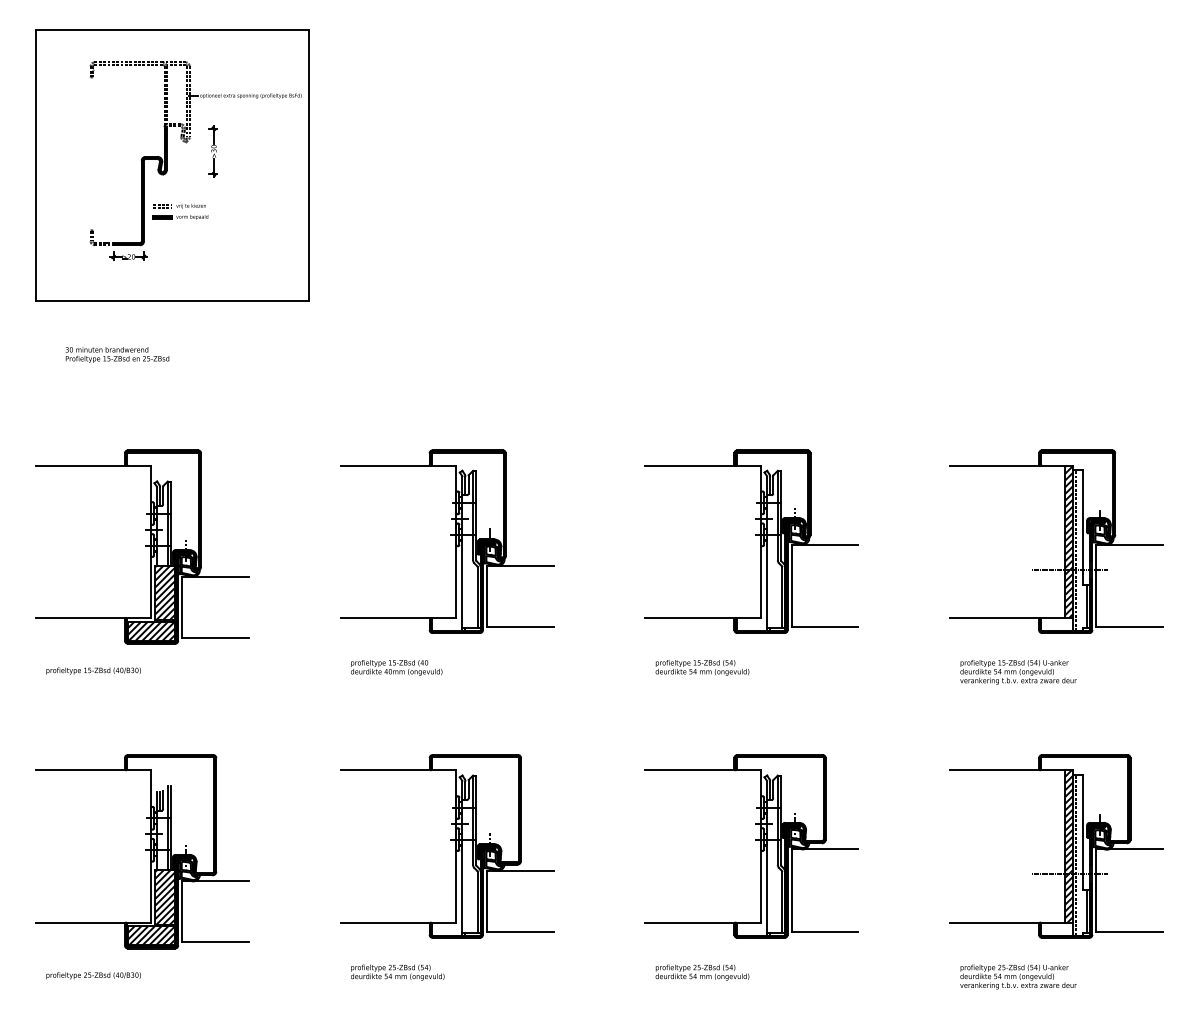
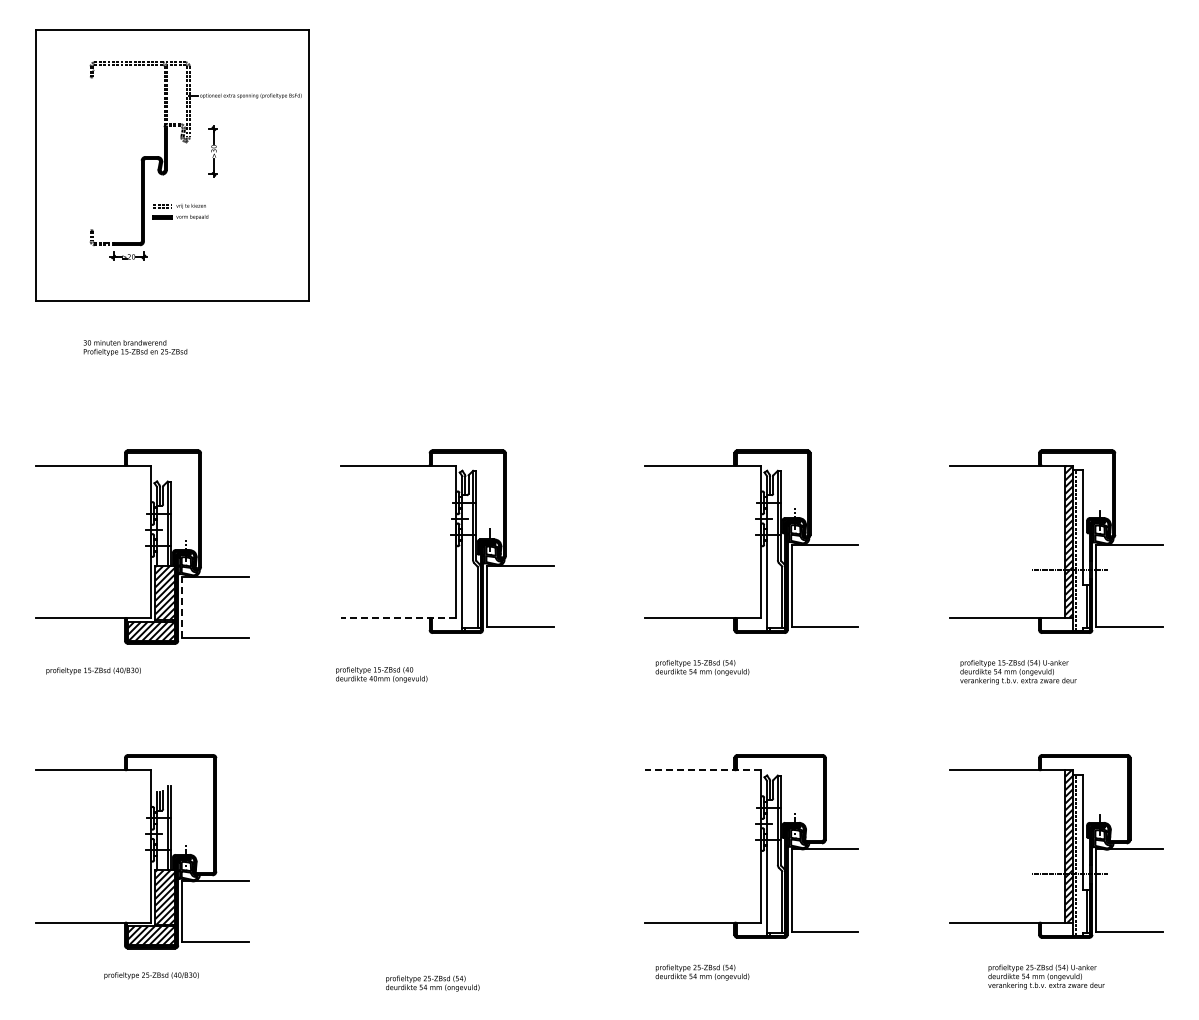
text at (117, 354) position: (117, 354) -> (135, 347)
line at (182, 606): solid -> dashed
line at (398, 617): solid -> dashed
text at (396, 667) position: (396, 667) -> (381, 674)
line at (703, 770): solid -> dashed
part at (450, 840): present -> none
text at (397, 972) position: (397, 972) -> (432, 983)
text at (93, 975) position: (93, 975) -> (151, 975)
text at (1018, 976) position: (1018, 976) -> (1046, 976)
